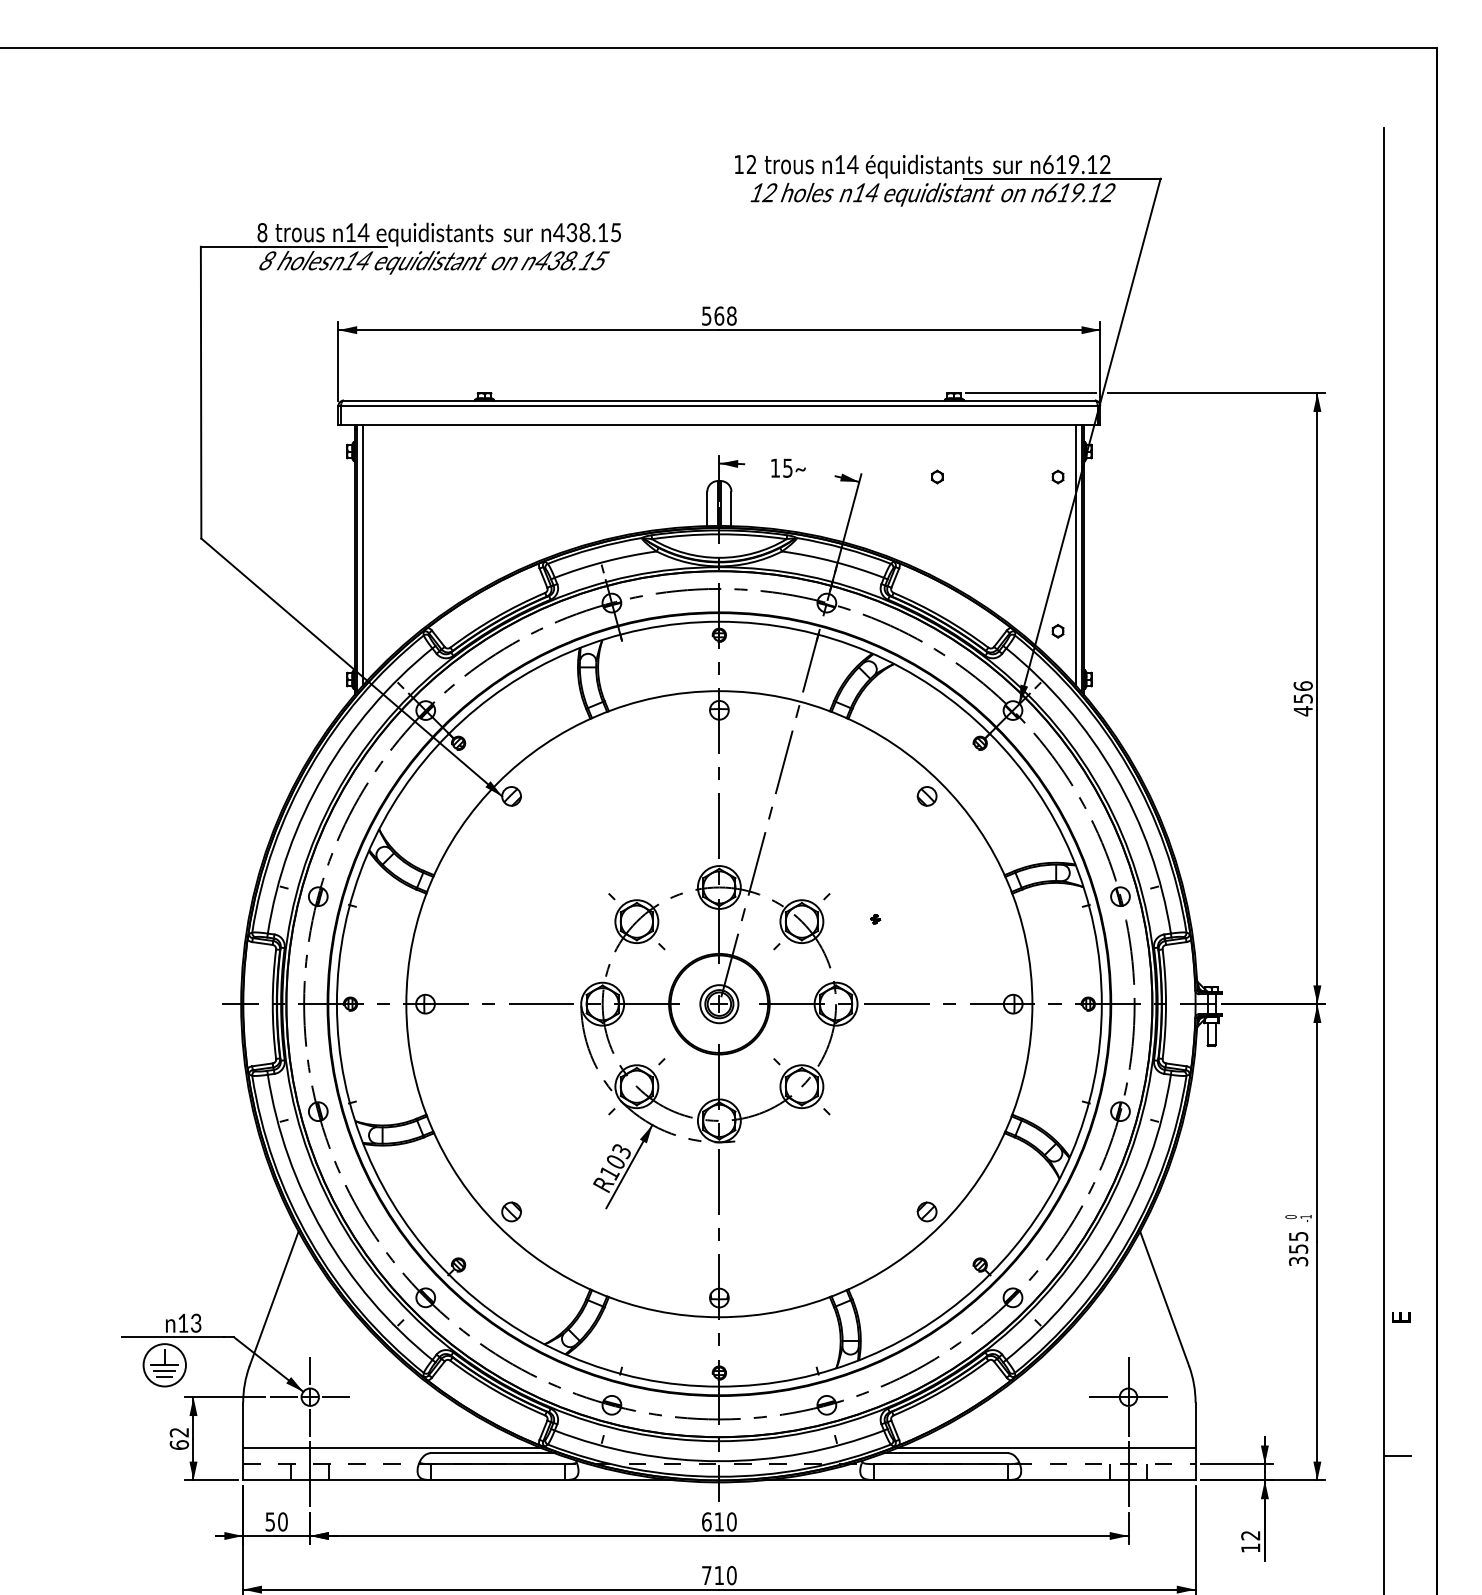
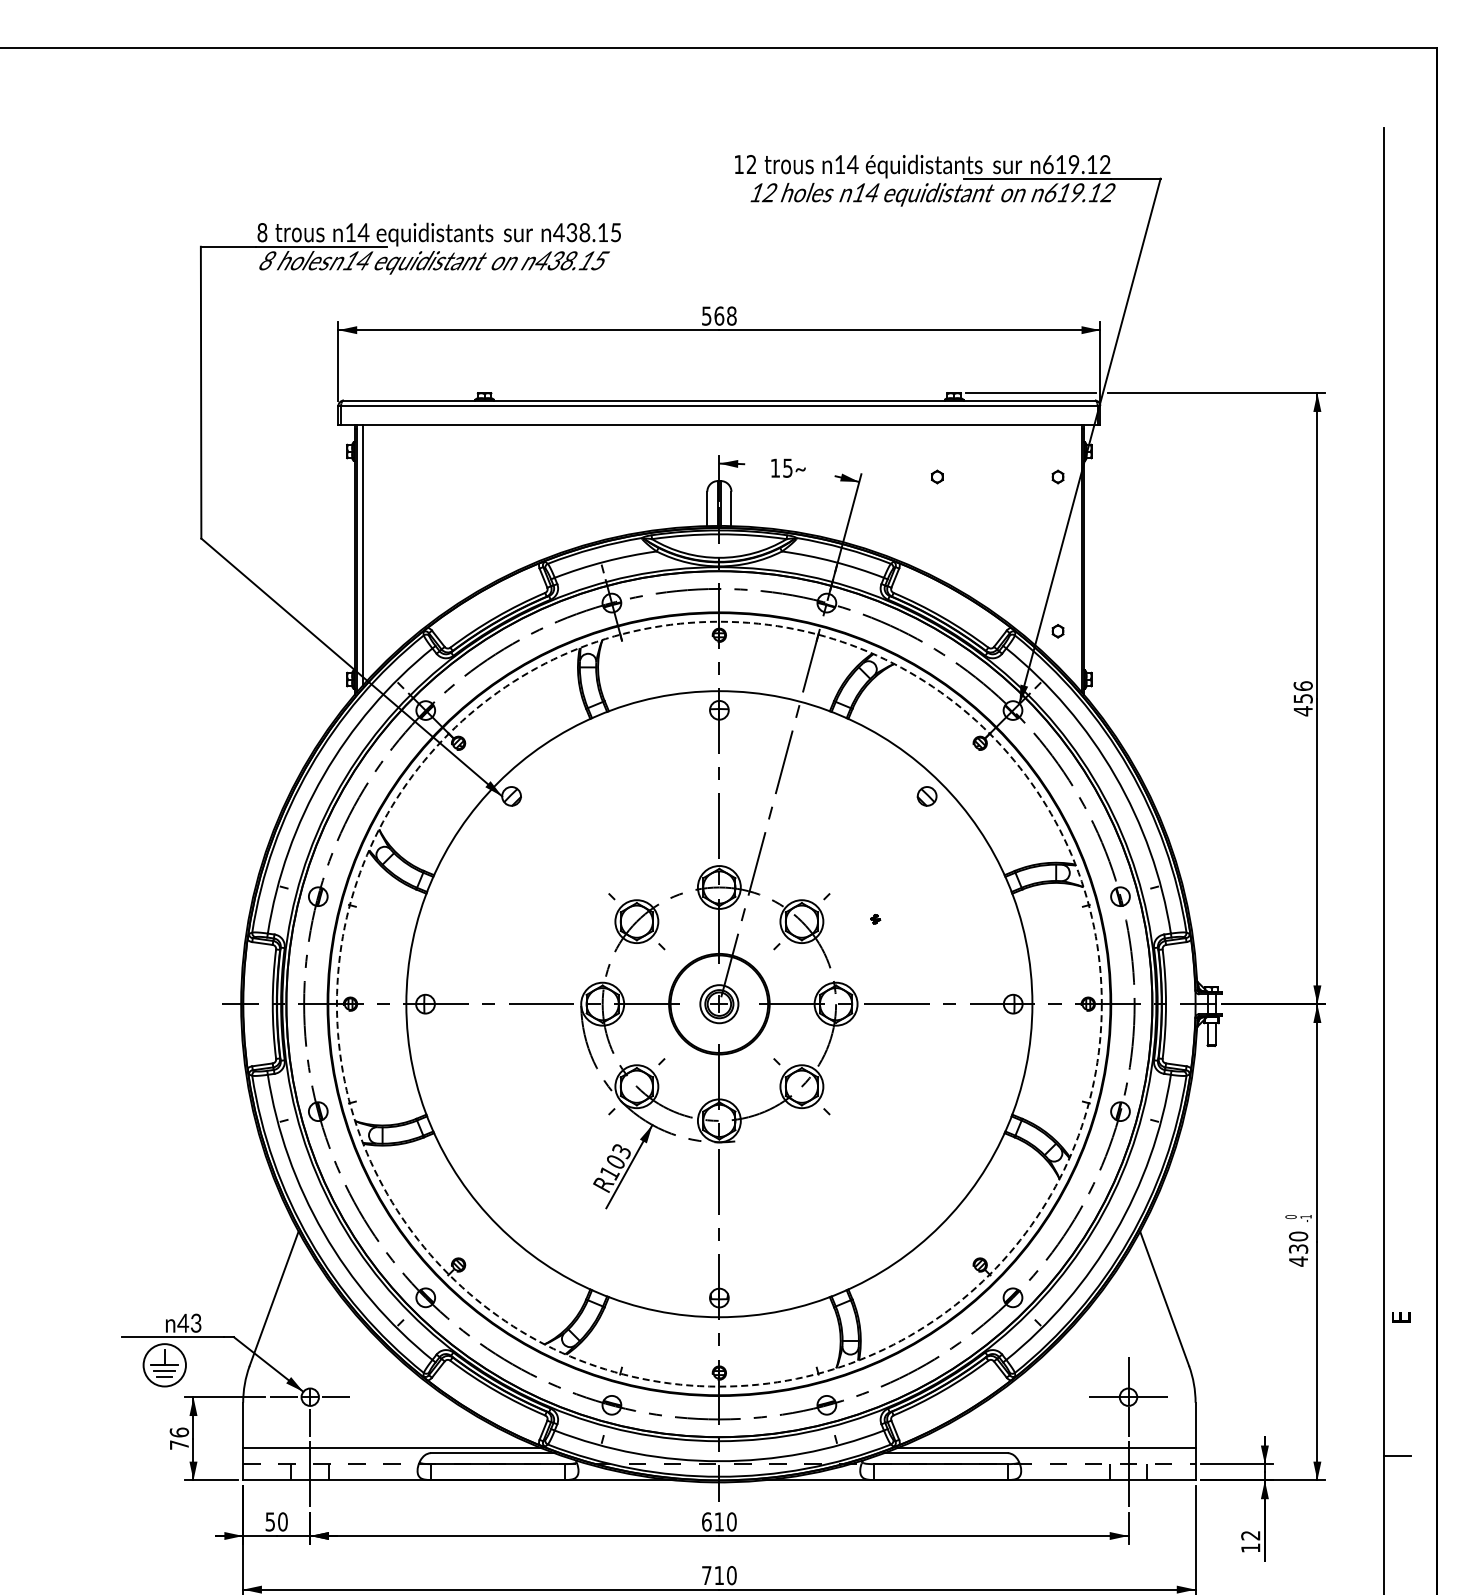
line at (1076, 554): present -> none
circle at (718, 1003): solid -> dashed
part at (511, 1211): present -> none
part at (926, 1211): present -> none
text at (1298, 1248): 355 -> 430
text at (183, 1322): 13 -> 43
line at (310, 1371): present -> none
text at (179, 1438): 62 -> 76
